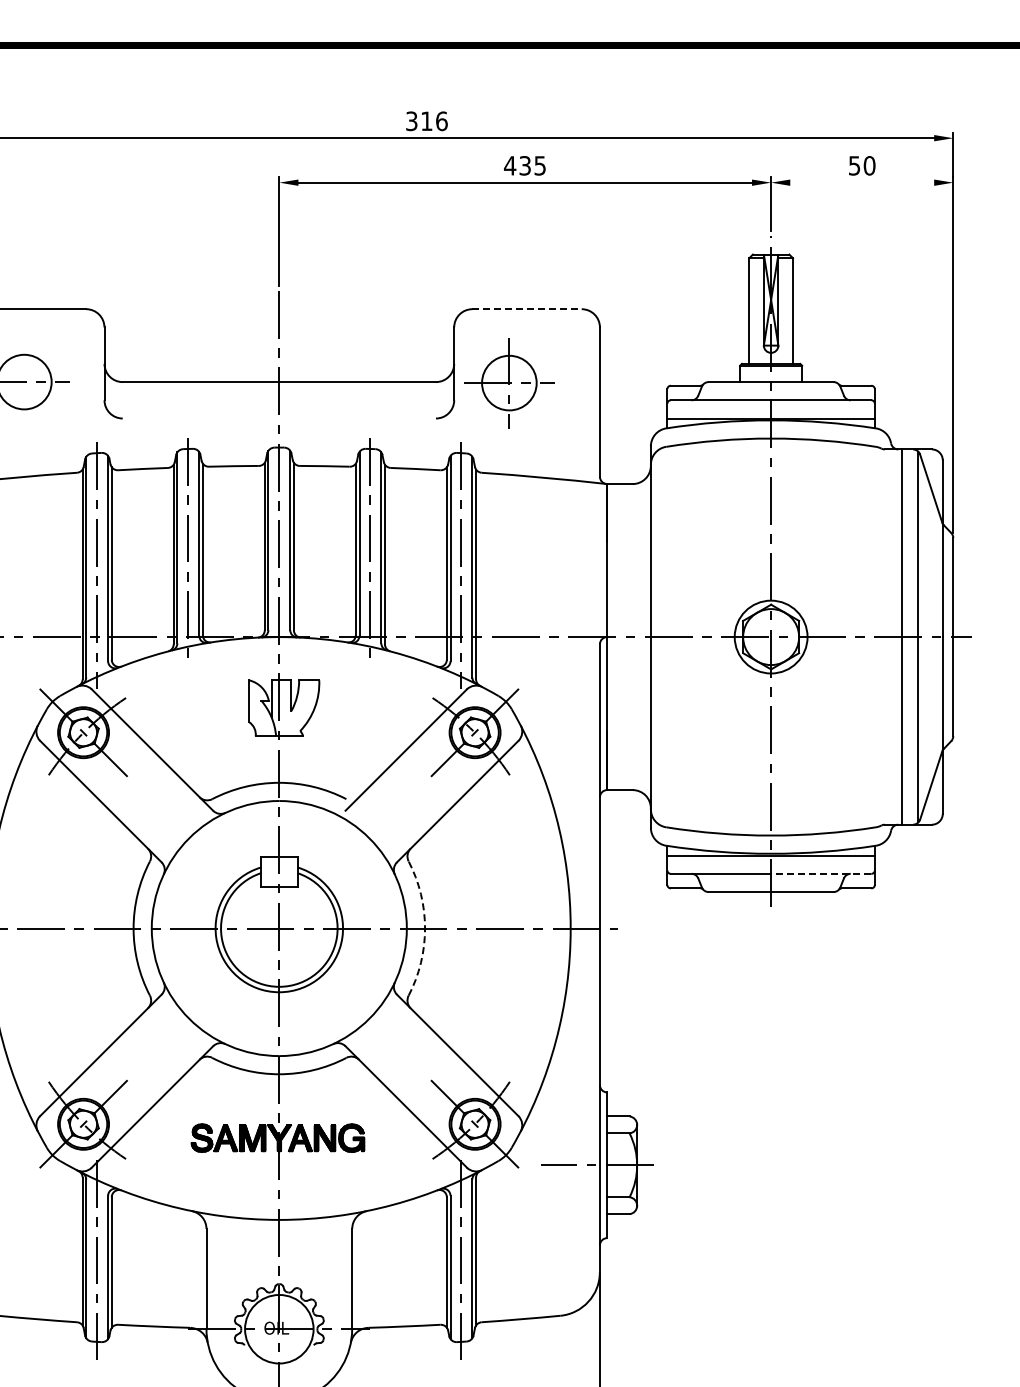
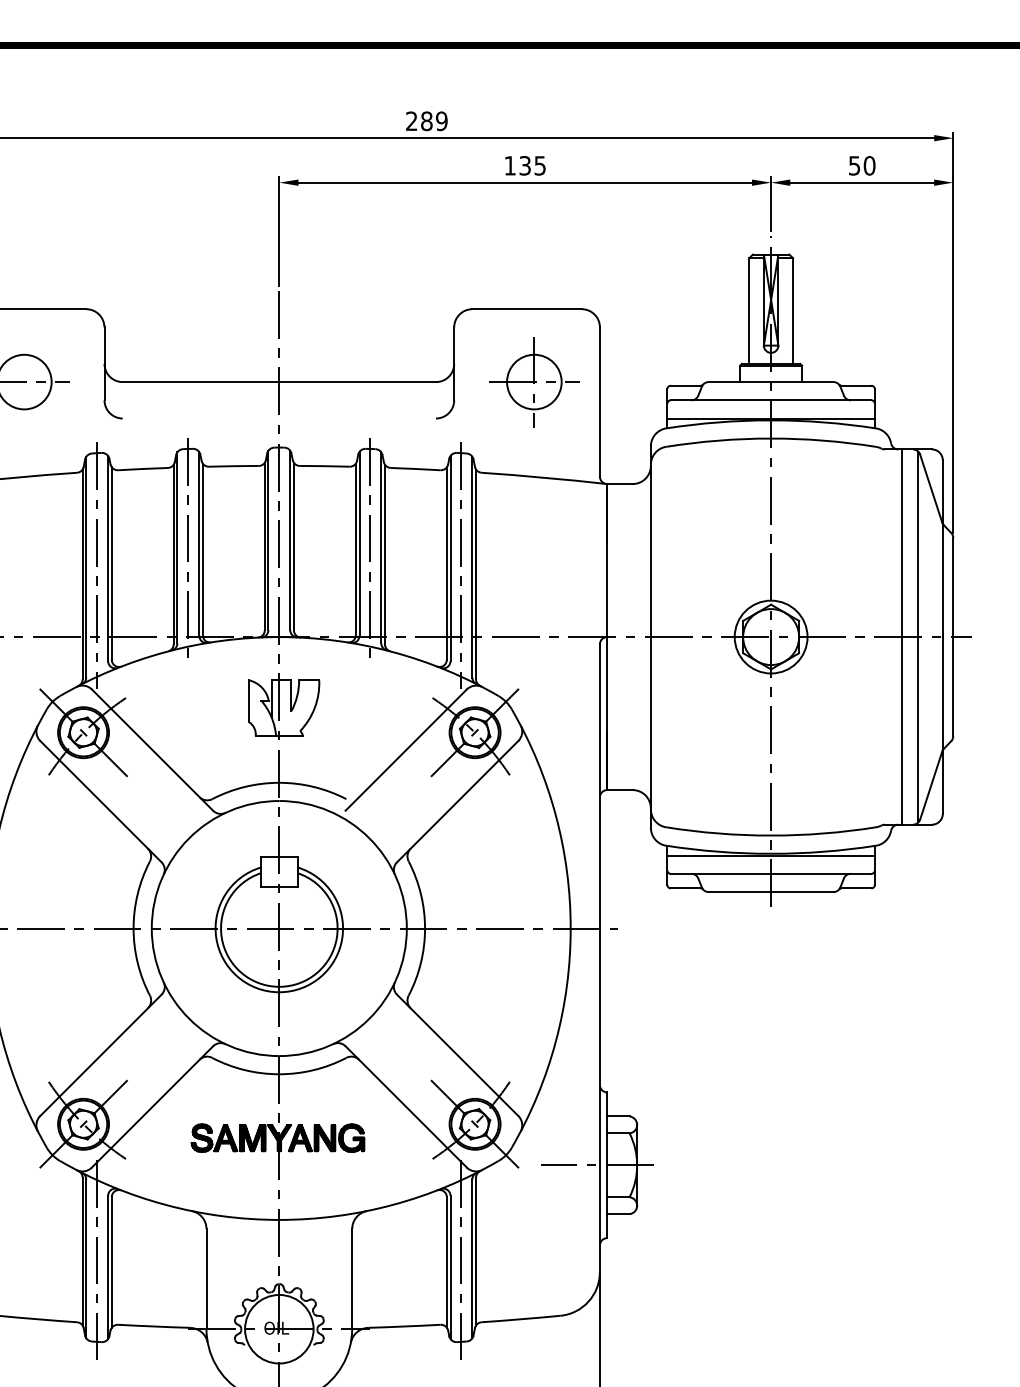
text at (426, 121): 316 -> 289
text at (510, 165): 435 -> 135
line at (862, 182): none -> present
line at (527, 309): dashed -> solid
part at (509, 383) position: (509, 383) -> (534, 382)
line at (820, 873): dashed -> solid
arc at (425, 928): dashed -> solid
